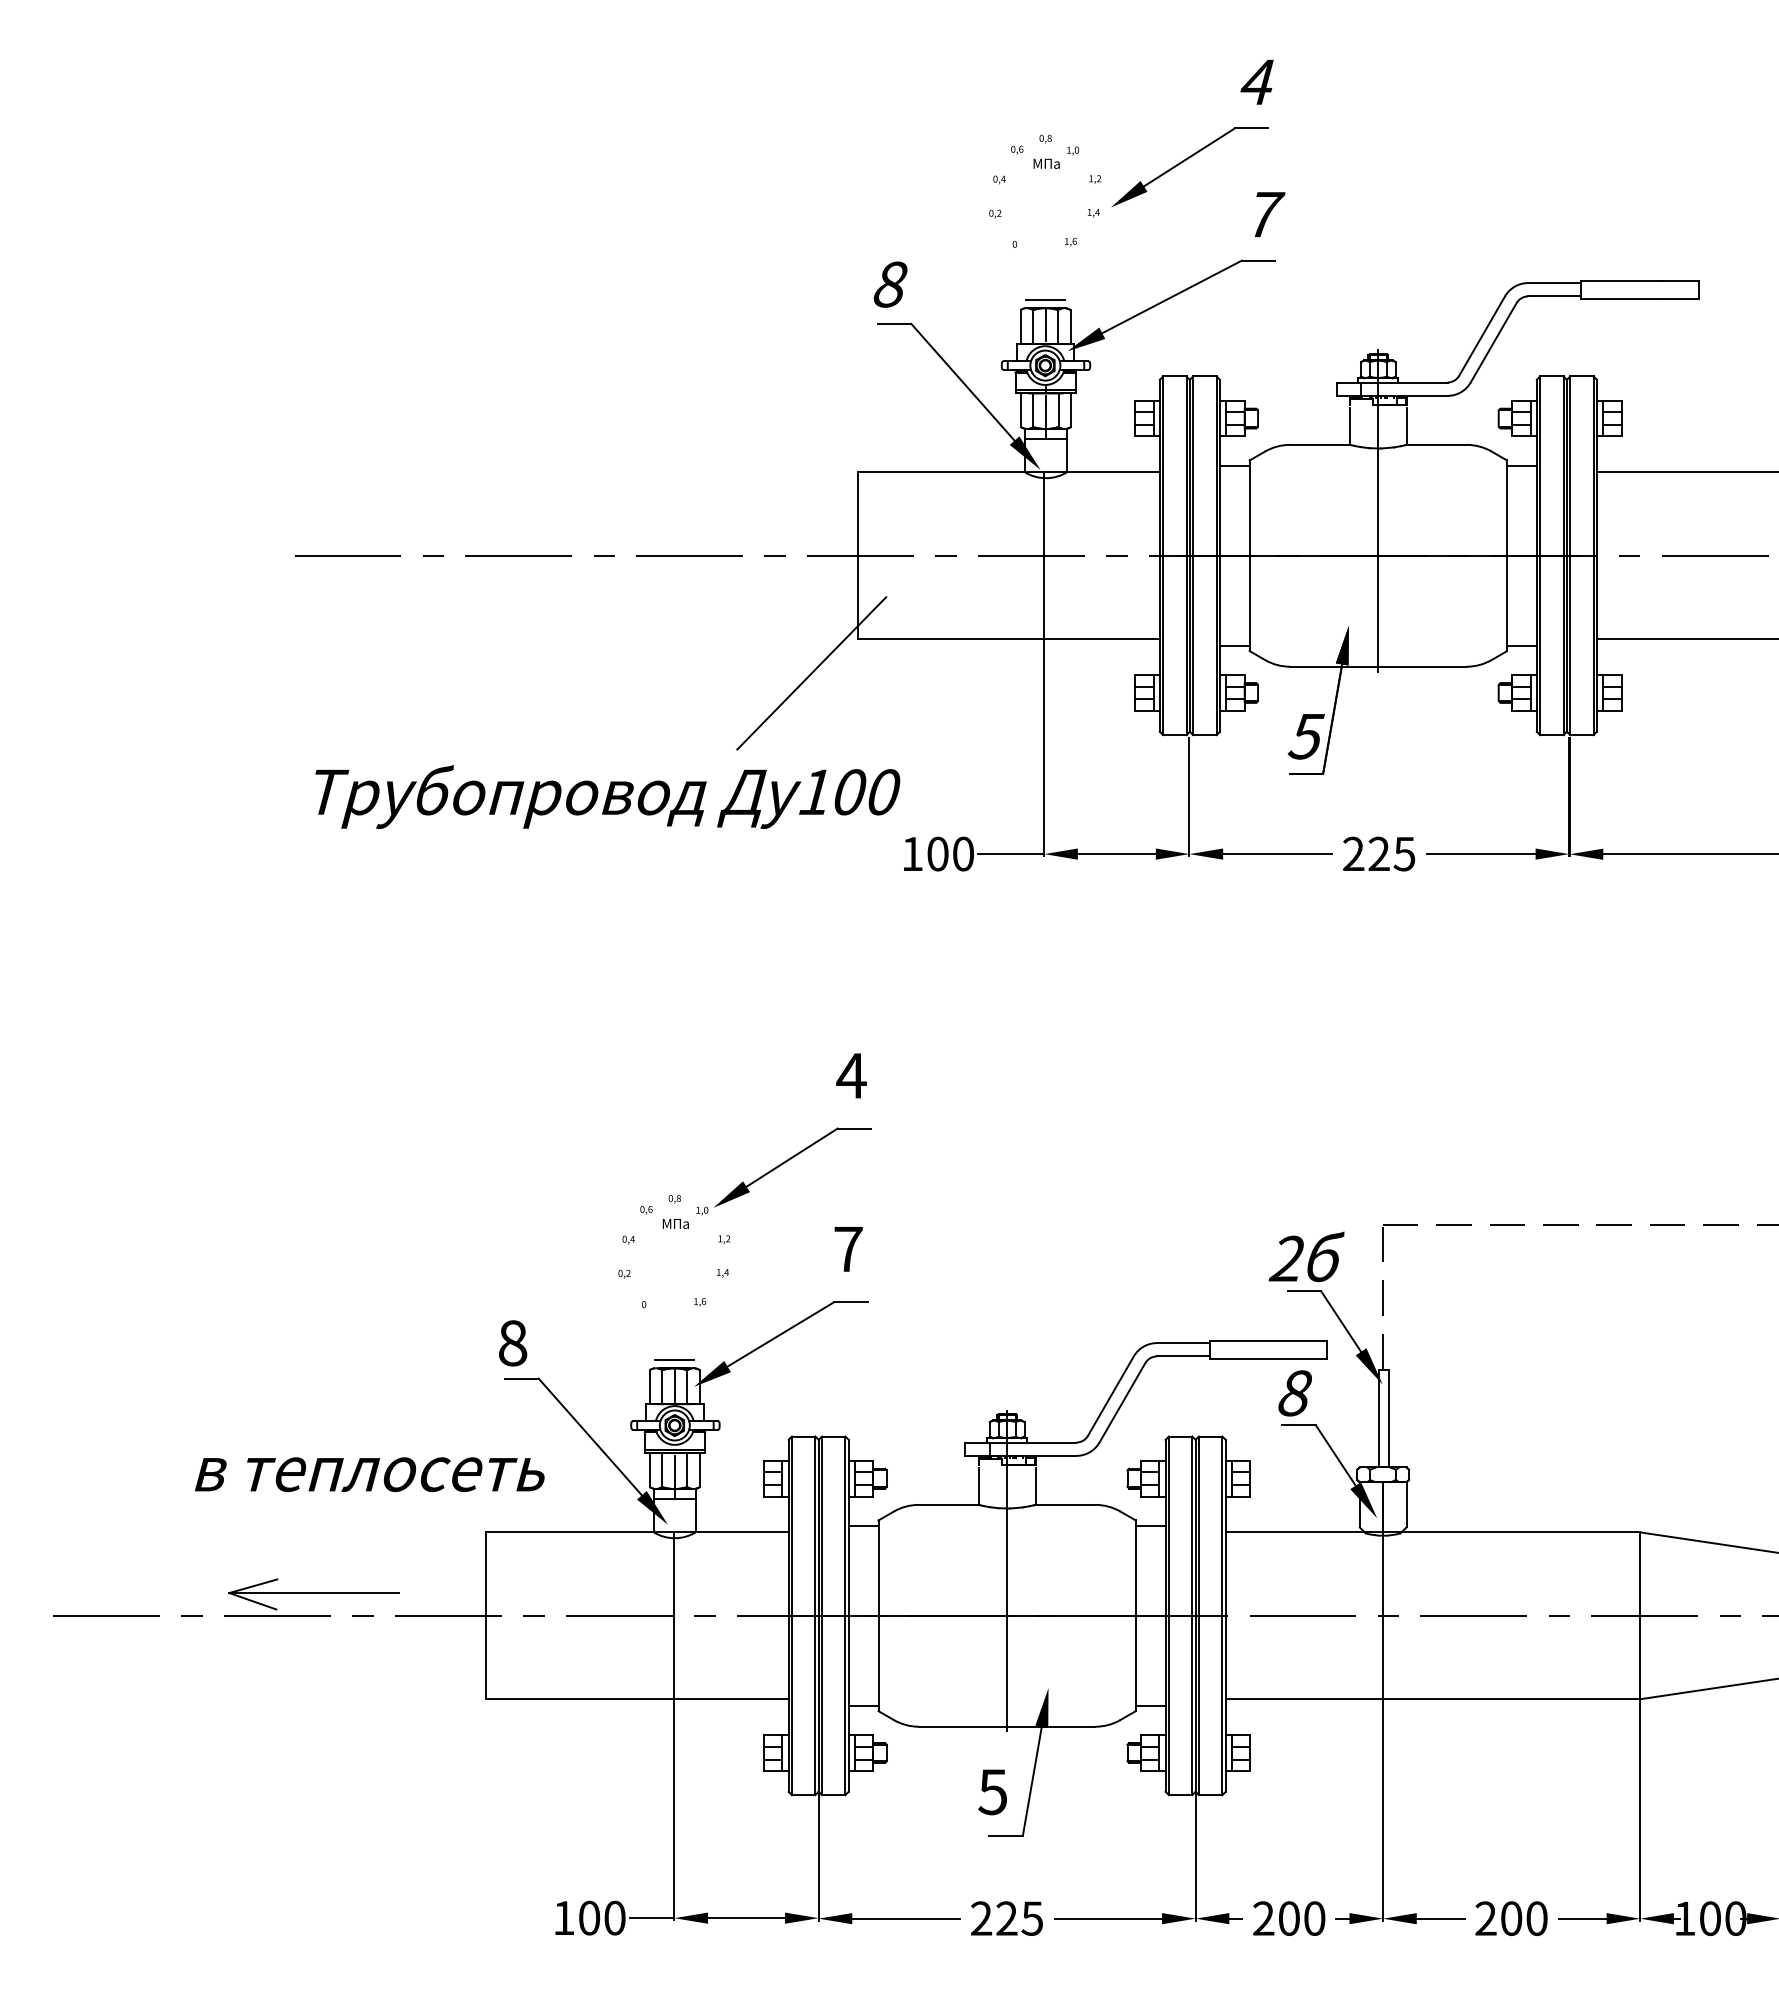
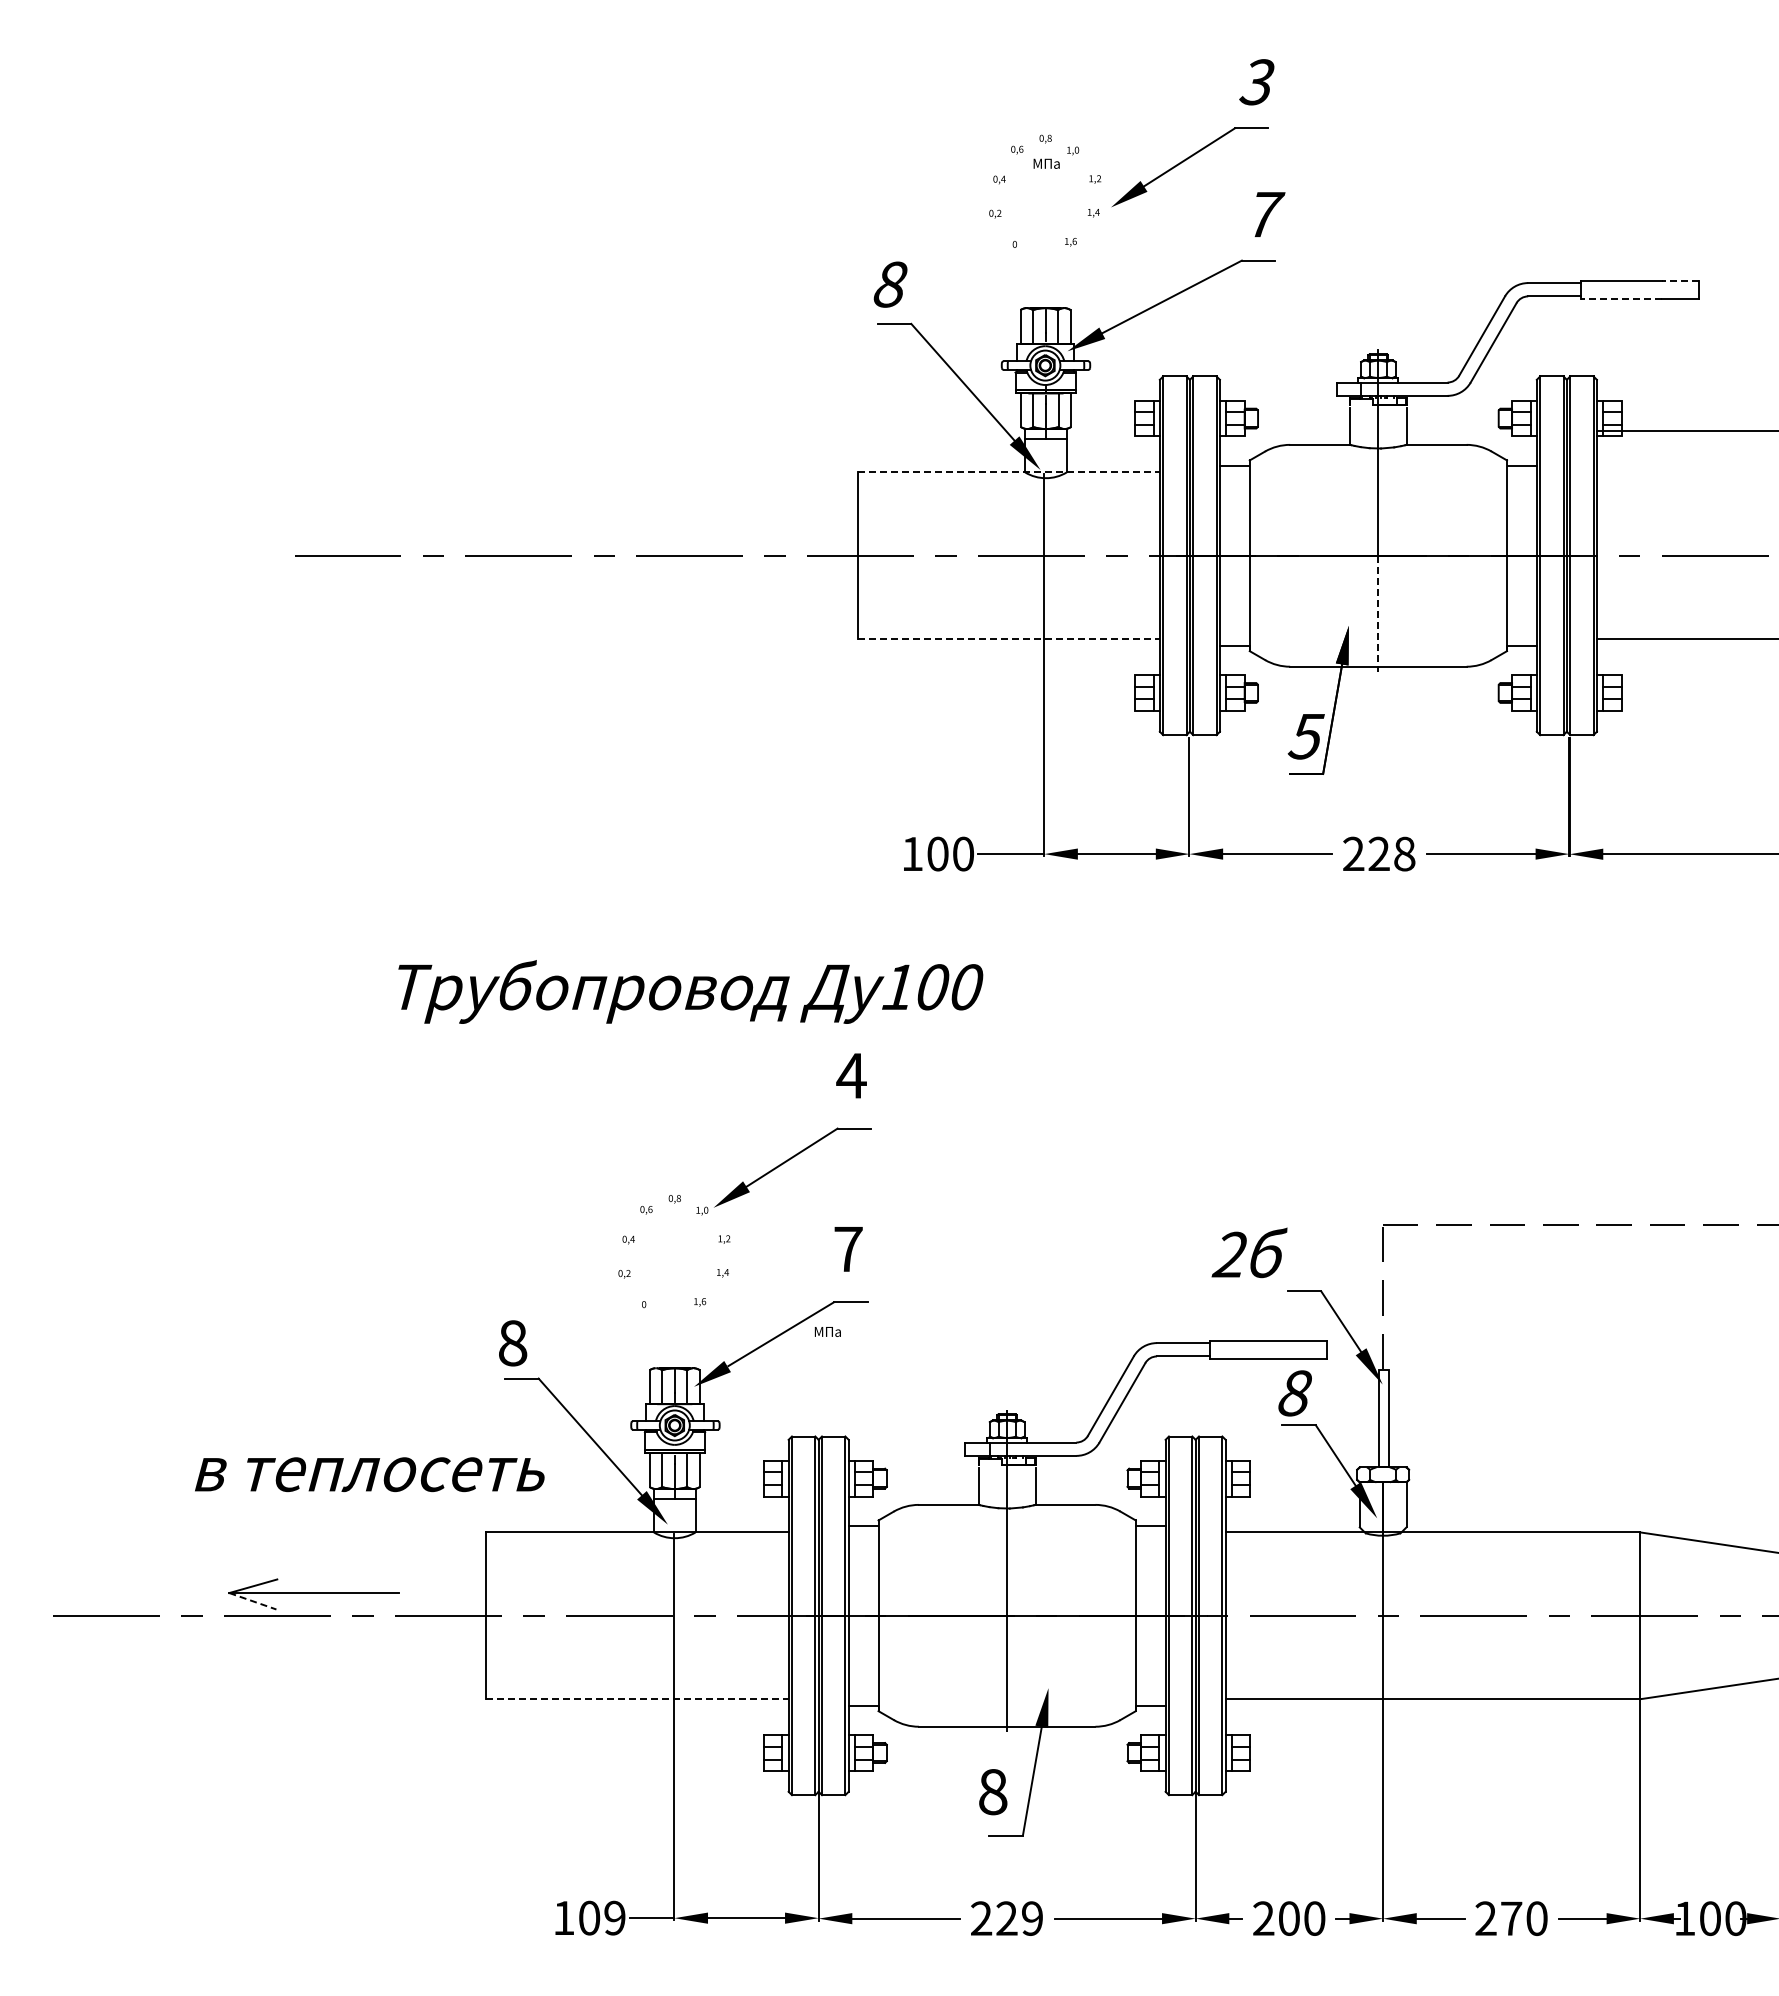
text at (1256, 82): 4 -> 3
line at (1679, 280): solid -> dashed
line at (1621, 298): solid -> dashed
line at (1045, 299): present -> none
line at (1009, 472): solid -> dashed
line at (1685, 472) position: (1685, 472) -> (1685, 431)
line at (1378, 613): solid -> dashed
line at (1009, 639): solid -> dashed
line at (811, 673): present -> none
text at (607, 796) position: (607, 796) -> (690, 991)
text at (1404, 853): 225 -> 228
text at (675, 1223) position: (675, 1223) -> (827, 1331)
text at (1306, 1256) position: (1306, 1256) -> (1249, 1252)
line at (674, 1359): present -> none
line at (252, 1601): solid -> dashed
line at (638, 1699): solid -> dashed
text at (992, 1792): 5 -> 8
text at (614, 1917): 100 -> 109
text at (1031, 1918): 225 -> 229
text at (1511, 1918): 200 -> 270
